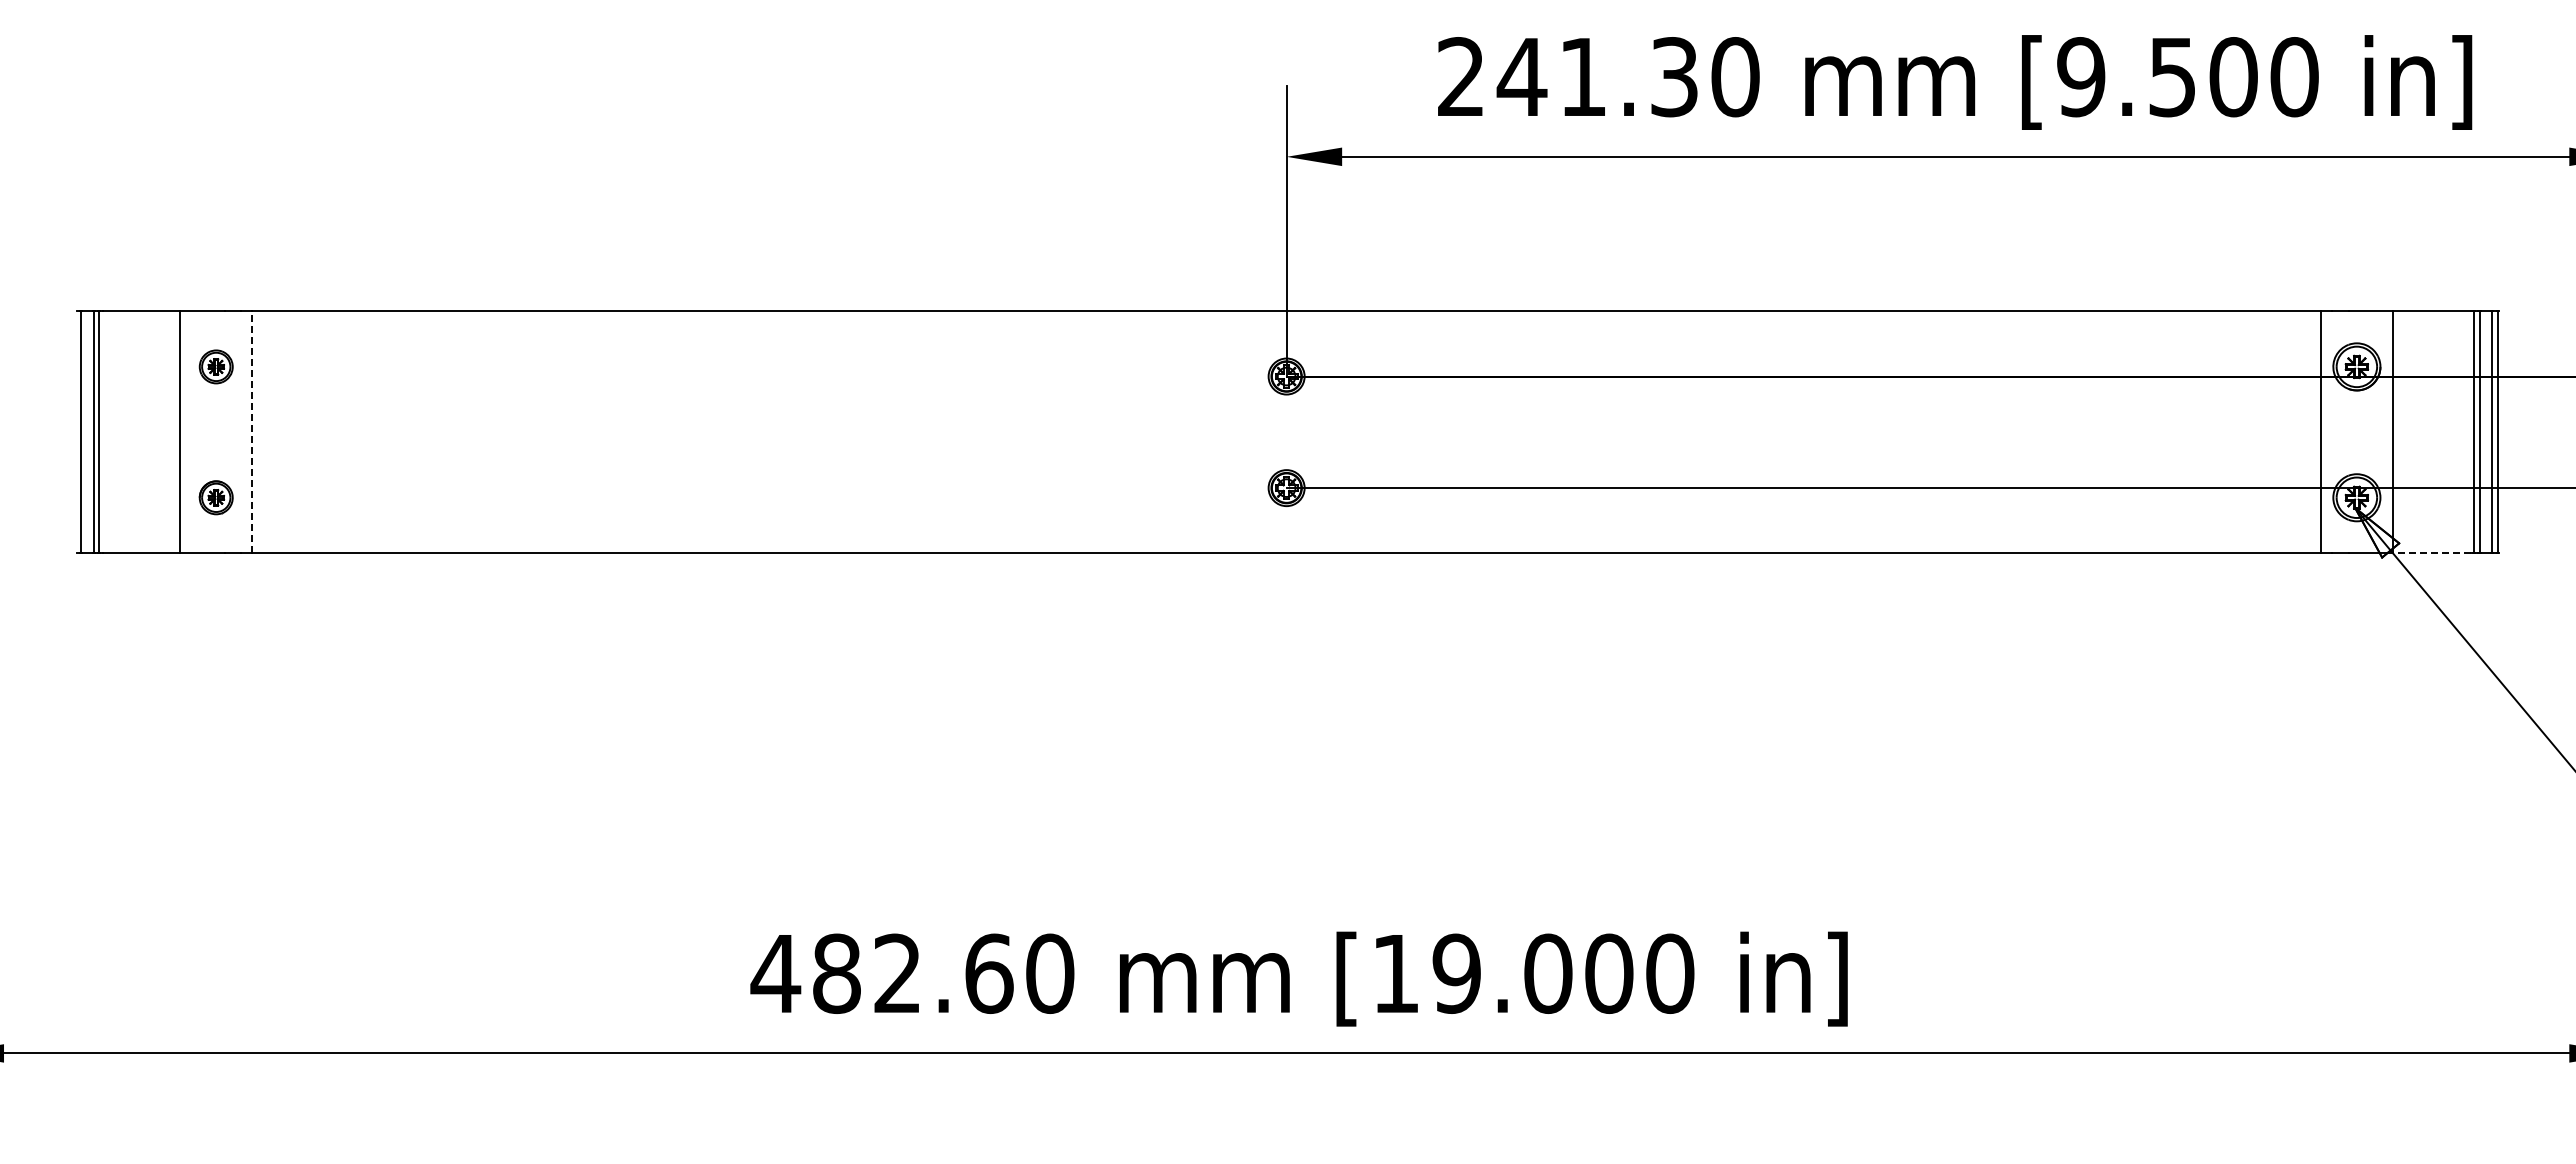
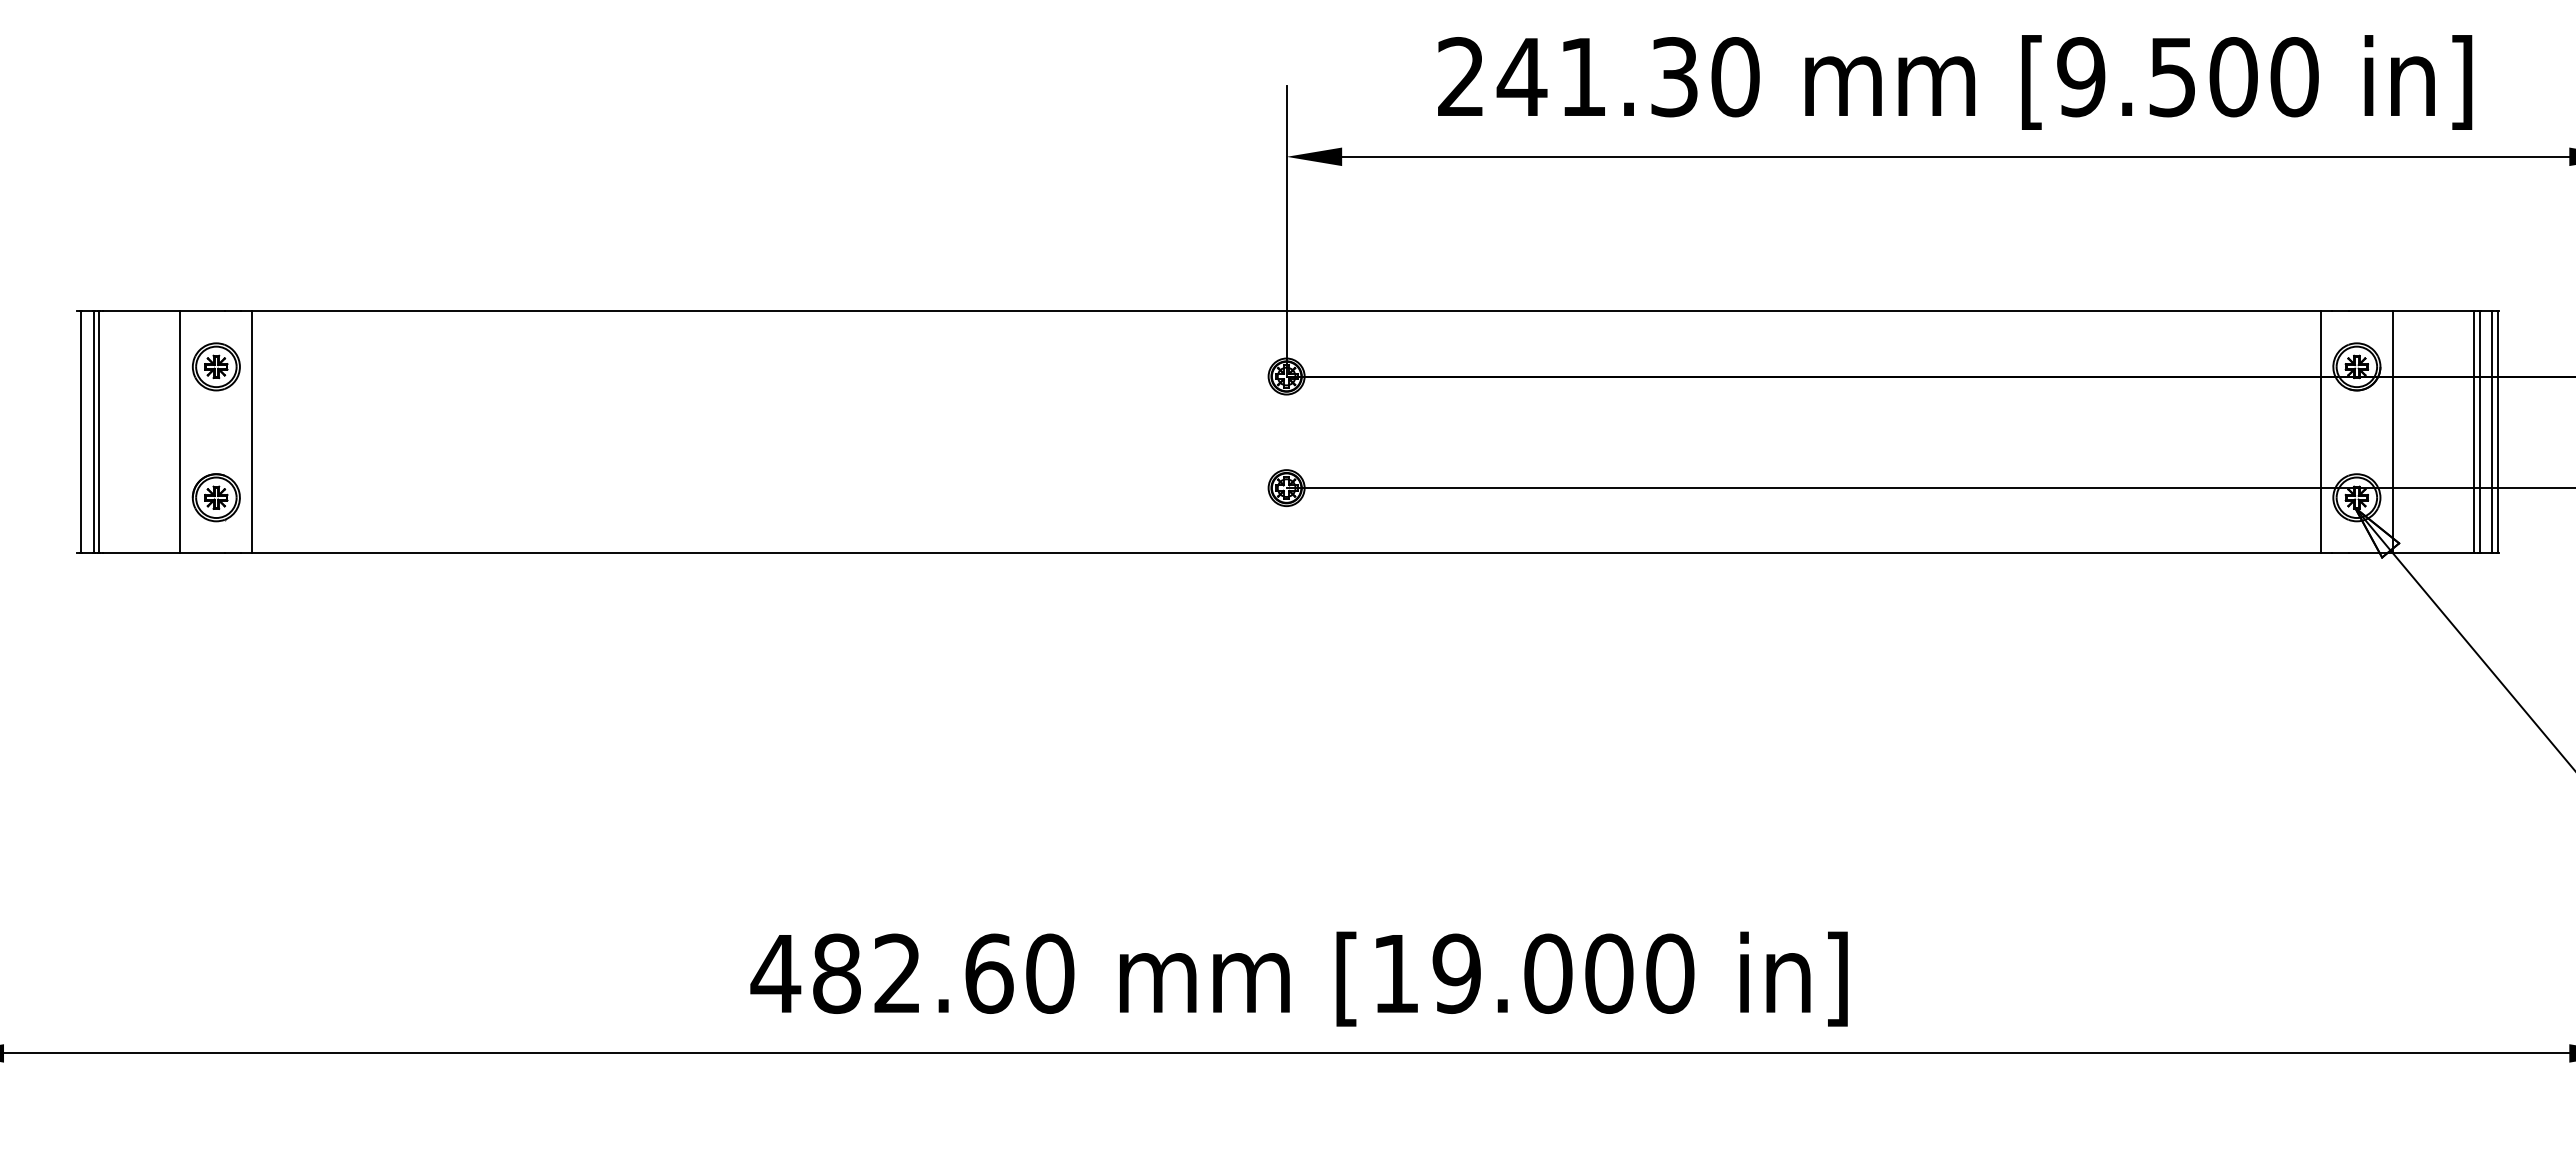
part at (215, 366) size: 36x36 px -> 50x50 px
line at (252, 432): dashed -> solid
part at (215, 497) size: 36x36 px -> 50x50 px
line at (2431, 553): dashed -> solid
